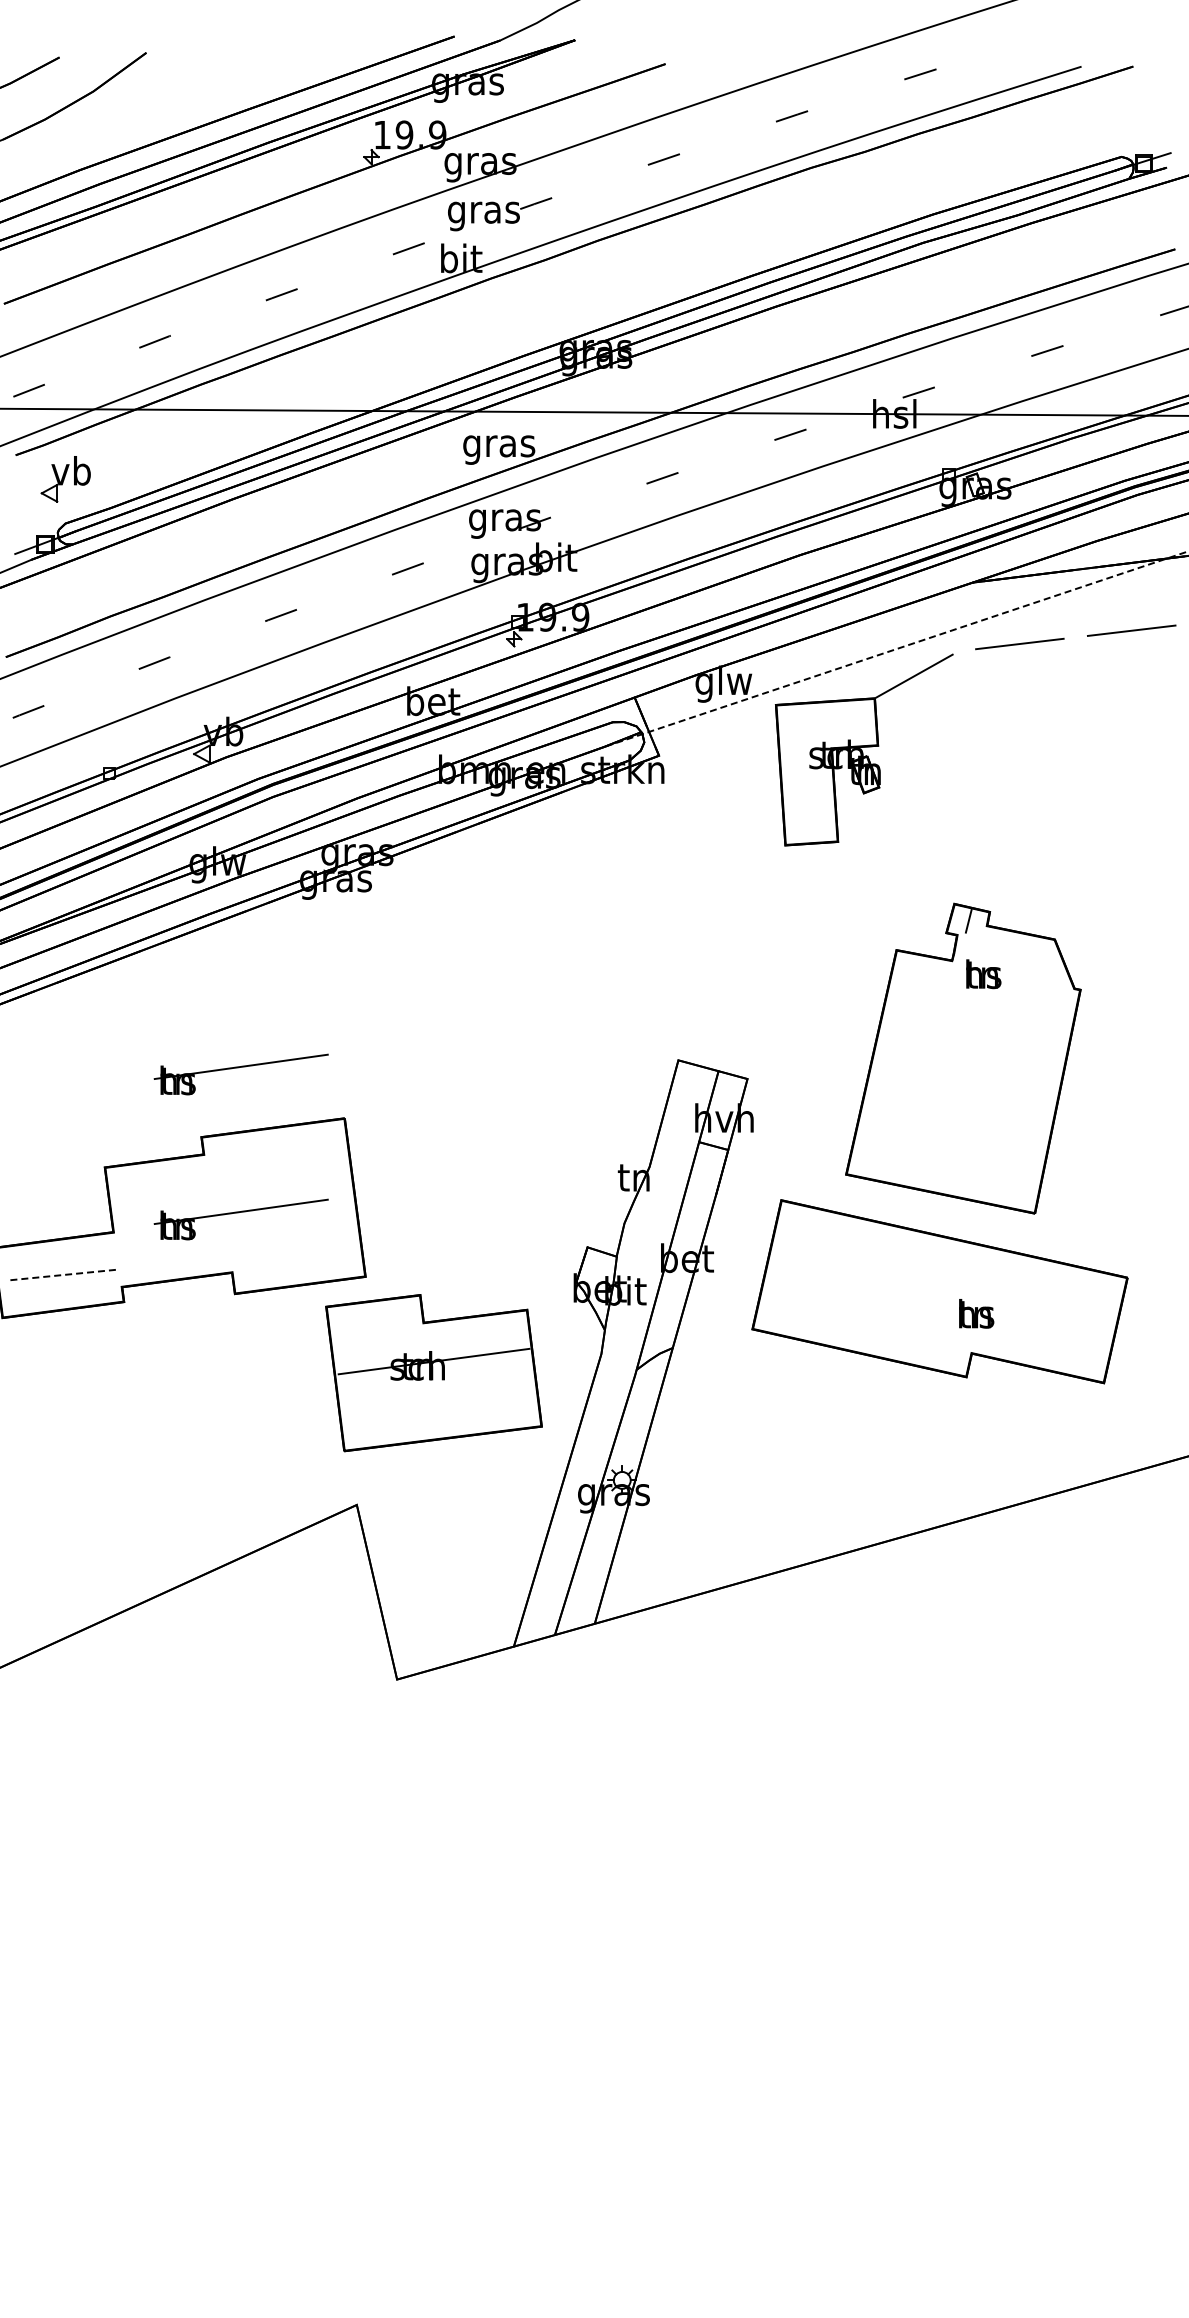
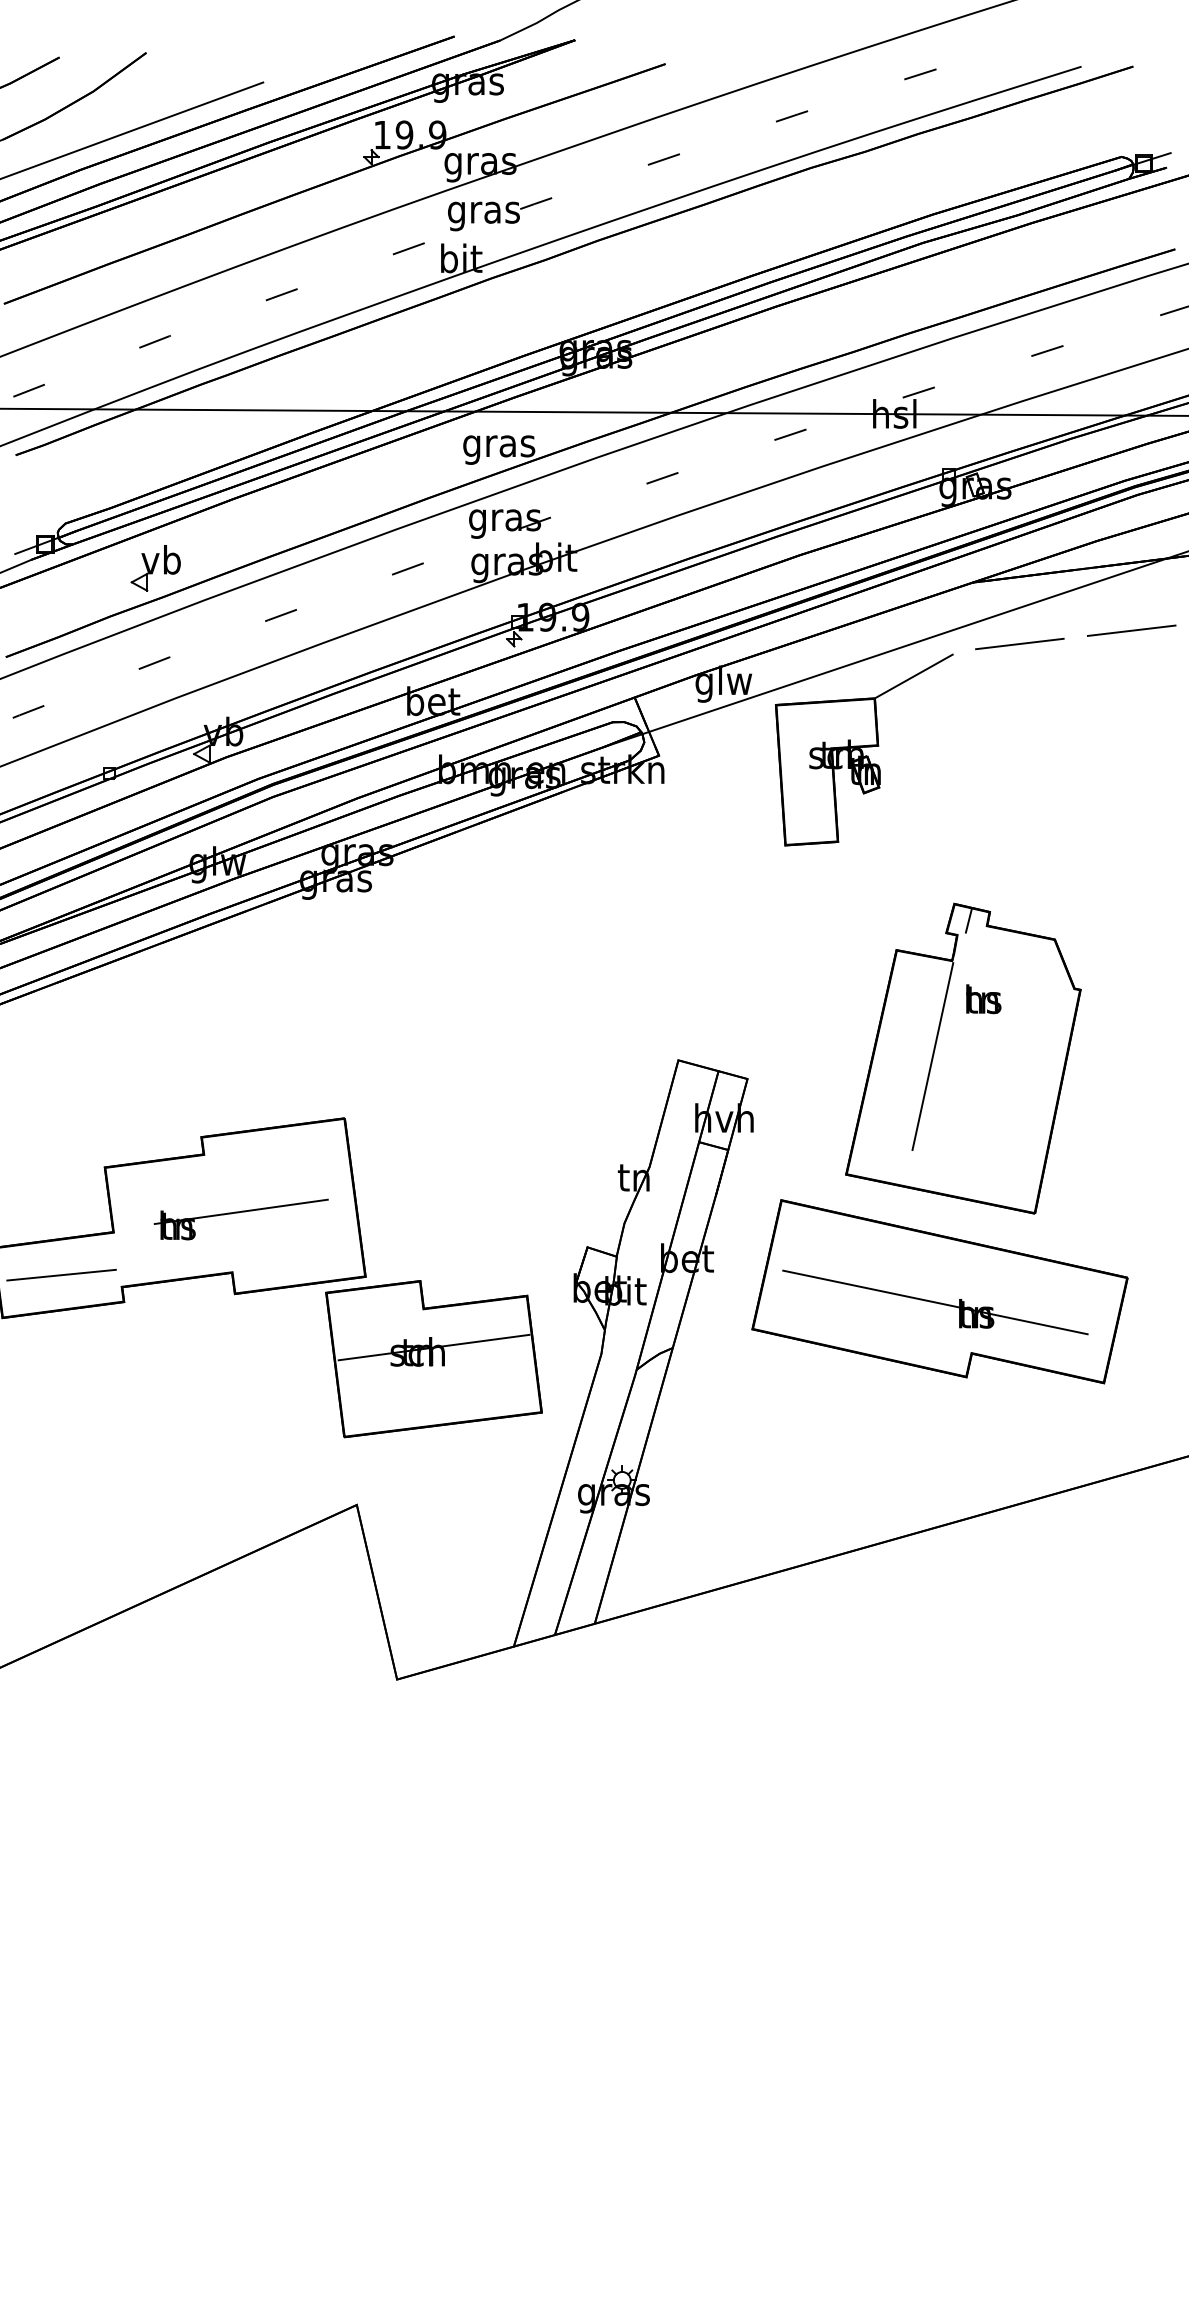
line at (132, 130): none -> present
part at (65, 479) position: (65, 479) -> (155, 568)
line at (896, 649): dashed -> solid
text at (983, 974) position: (983, 974) -> (983, 999)
line at (932, 1056): none -> present
part at (238, 1068): present -> none
line at (61, 1275): dashed -> solid
line at (935, 1302): none -> present
part at (433, 1373) position: (433, 1373) -> (433, 1359)
